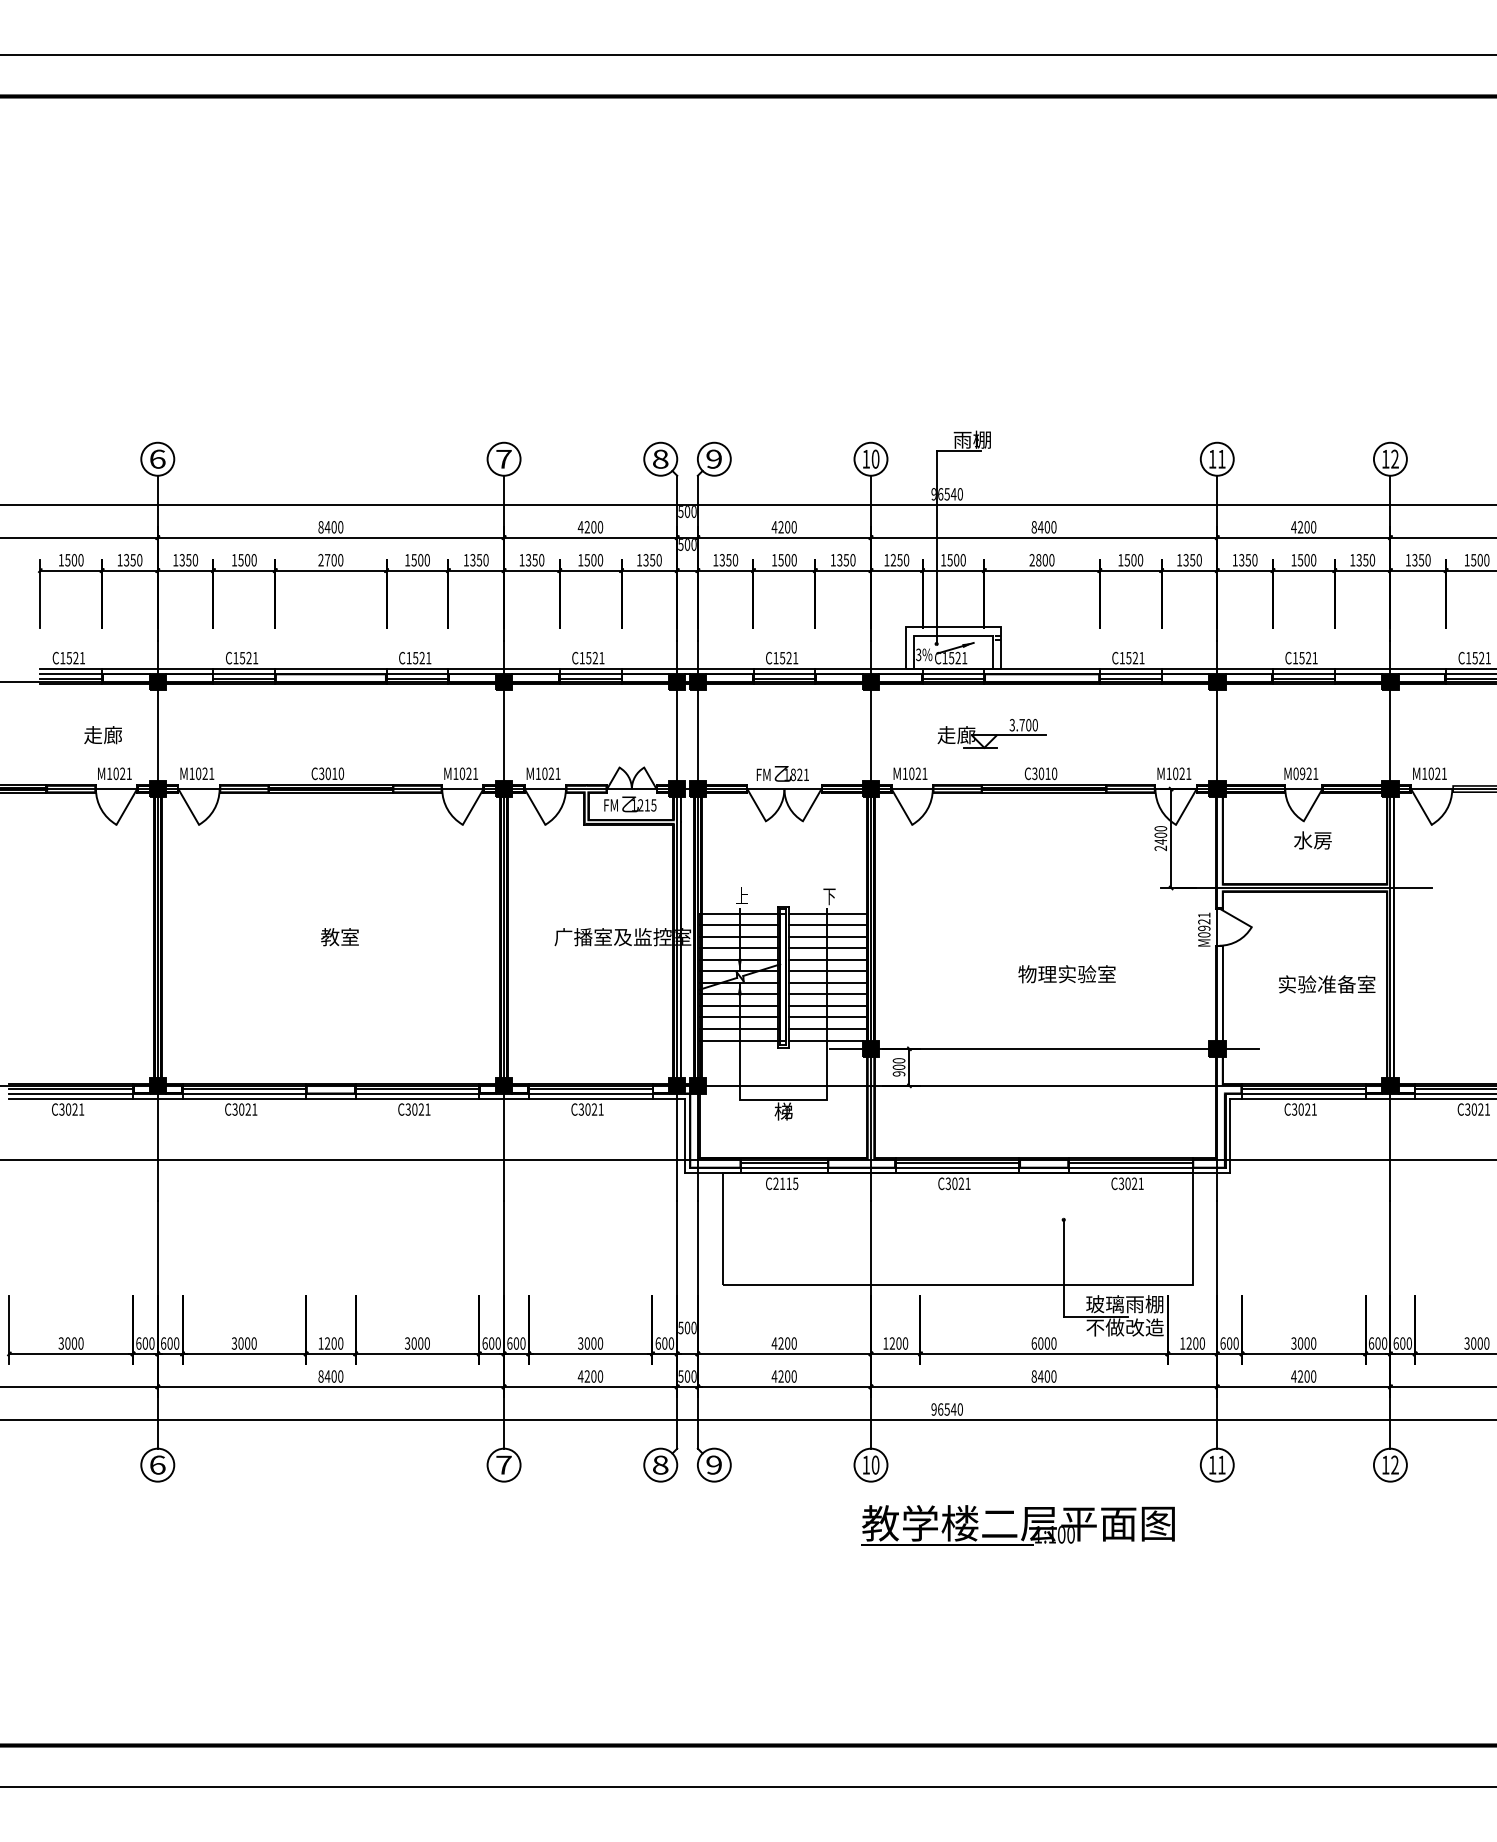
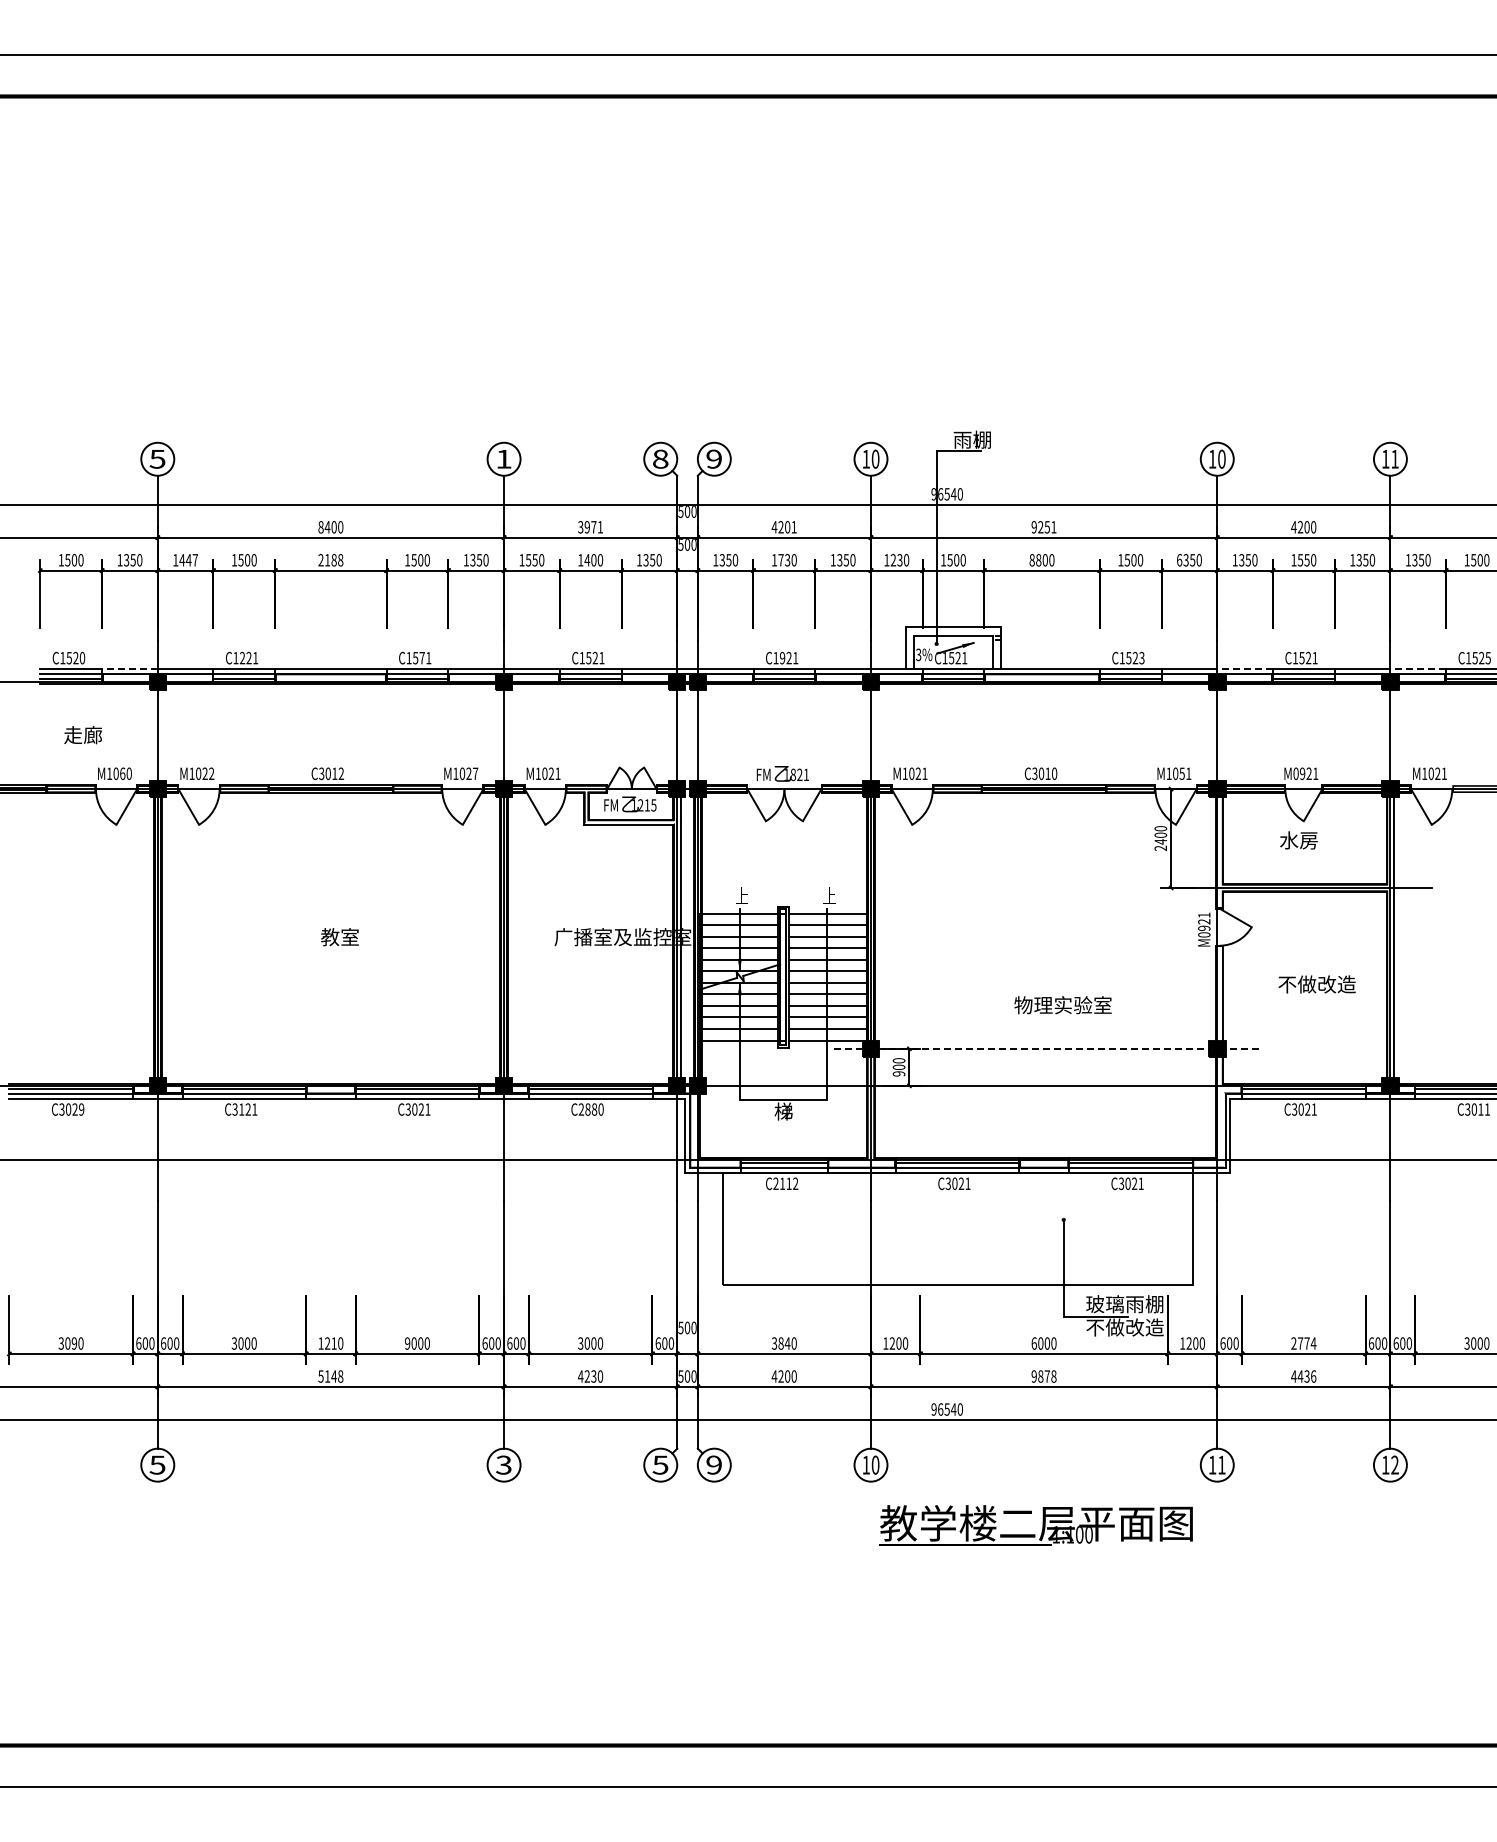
text at (157, 458): 6 -> 5
text at (1221, 458): 11 -> 10
text at (1394, 458): 12 -> 11
text at (503, 459): 7 -> 1
text at (590, 527): 4200 -> 3971
text at (793, 527): 4200 -> 4201
text at (1043, 527): 8400 -> 9251
text at (528, 559): 1350 -> 1550
text at (899, 559): 1250 -> 1230
text at (188, 560): 1350 -> 1447
text at (334, 560): 2700 -> 2188
text at (587, 560): 1500 -> 1400
text at (784, 560): 1500 -> 1730
text at (1031, 560): 2800 -> 8800
text at (1179, 560): 1350 -> 6350
text at (1306, 560): 1500 -> 1550
text at (82, 657): C1521 -> C1520
text at (242, 657): C1521 -> C1221
text at (421, 657): C1521 -> C1571
text at (782, 657): C1521 -> C1921
text at (1141, 657): C1521 -> C1523
text at (1487, 658): C1521 -> C1525
line at (129, 668): solid -> dashed
line at (1245, 668): solid -> dashed
line at (1418, 668): solid -> dashed
part at (991, 733): present -> none
text at (102, 735) position: (102, 735) -> (82, 735)
text at (125, 773): M1021 -> M1060
text at (211, 773): M1021 -> M1022
text at (341, 773): C3010 -> C3012
text at (475, 773): M1021 -> M1027
text at (1181, 773): M1021 -> M1051
fill at (629, 823): present -> none
text at (1312, 840) position: (1312, 840) -> (1298, 840)
text at (829, 896): 下 -> 上
text at (1066, 974) position: (1066, 974) -> (1062, 1005)
text at (1326, 984): 实验准备室 -> 不做改造
line at (1043, 1048): solid -> dashed
text at (81, 1109): C3021 -> C3029
text at (241, 1109): C3021 -> C3121
text at (590, 1109): C3021 -> C2880
text at (1480, 1109): C3021 -> C3011
fill at (1224, 1130): present -> none
text at (795, 1183): C2115 -> C2112
text at (73, 1343): 3000 -> 3090
text at (333, 1343): 1200 -> 1210
text at (407, 1343): 3000 -> 9000
text at (780, 1343): 4200 -> 3840
text at (1303, 1343): 3000 -> 2774
text at (330, 1376): 8400 -> 5148
text at (593, 1376): 4200 -> 4230
text at (1043, 1376): 8400 -> 9878
text at (1306, 1376): 4200 -> 4436
text at (157, 1464): 6 -> 5
text at (503, 1464): 7 -> 3
text at (660, 1464): 8 -> 5
text at (1017, 1525) position: (1017, 1525) -> (1035, 1525)
